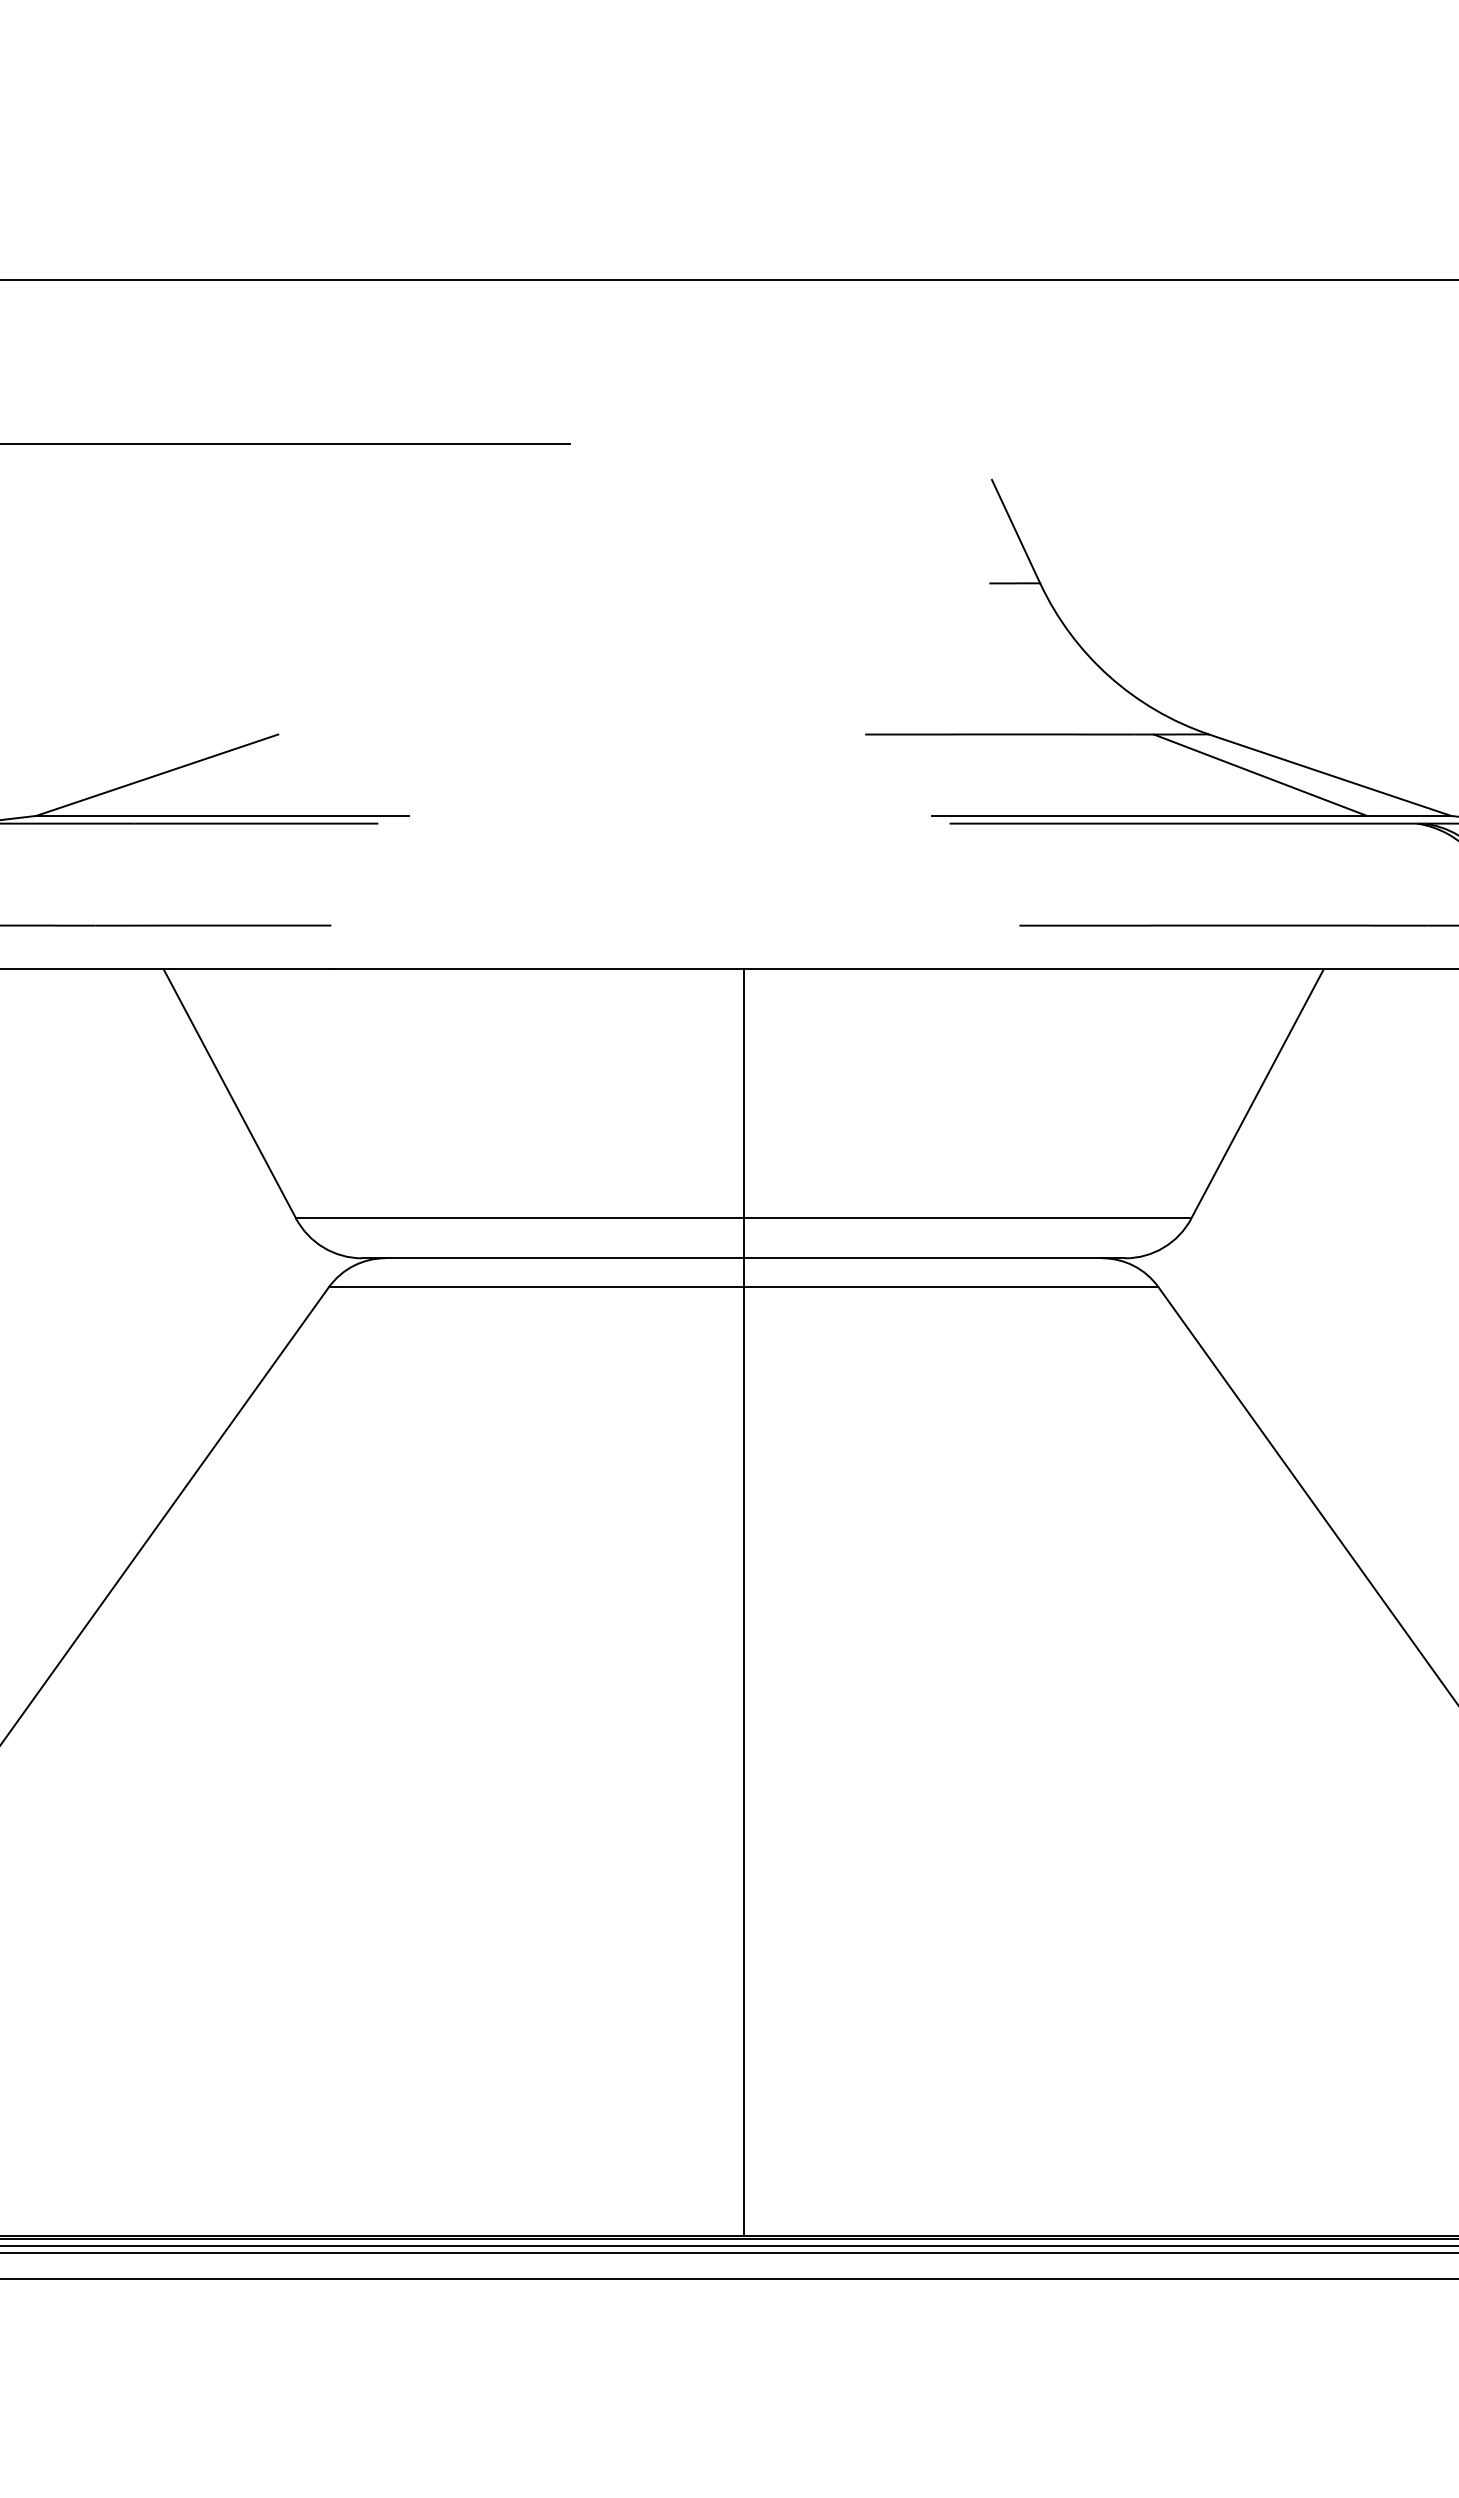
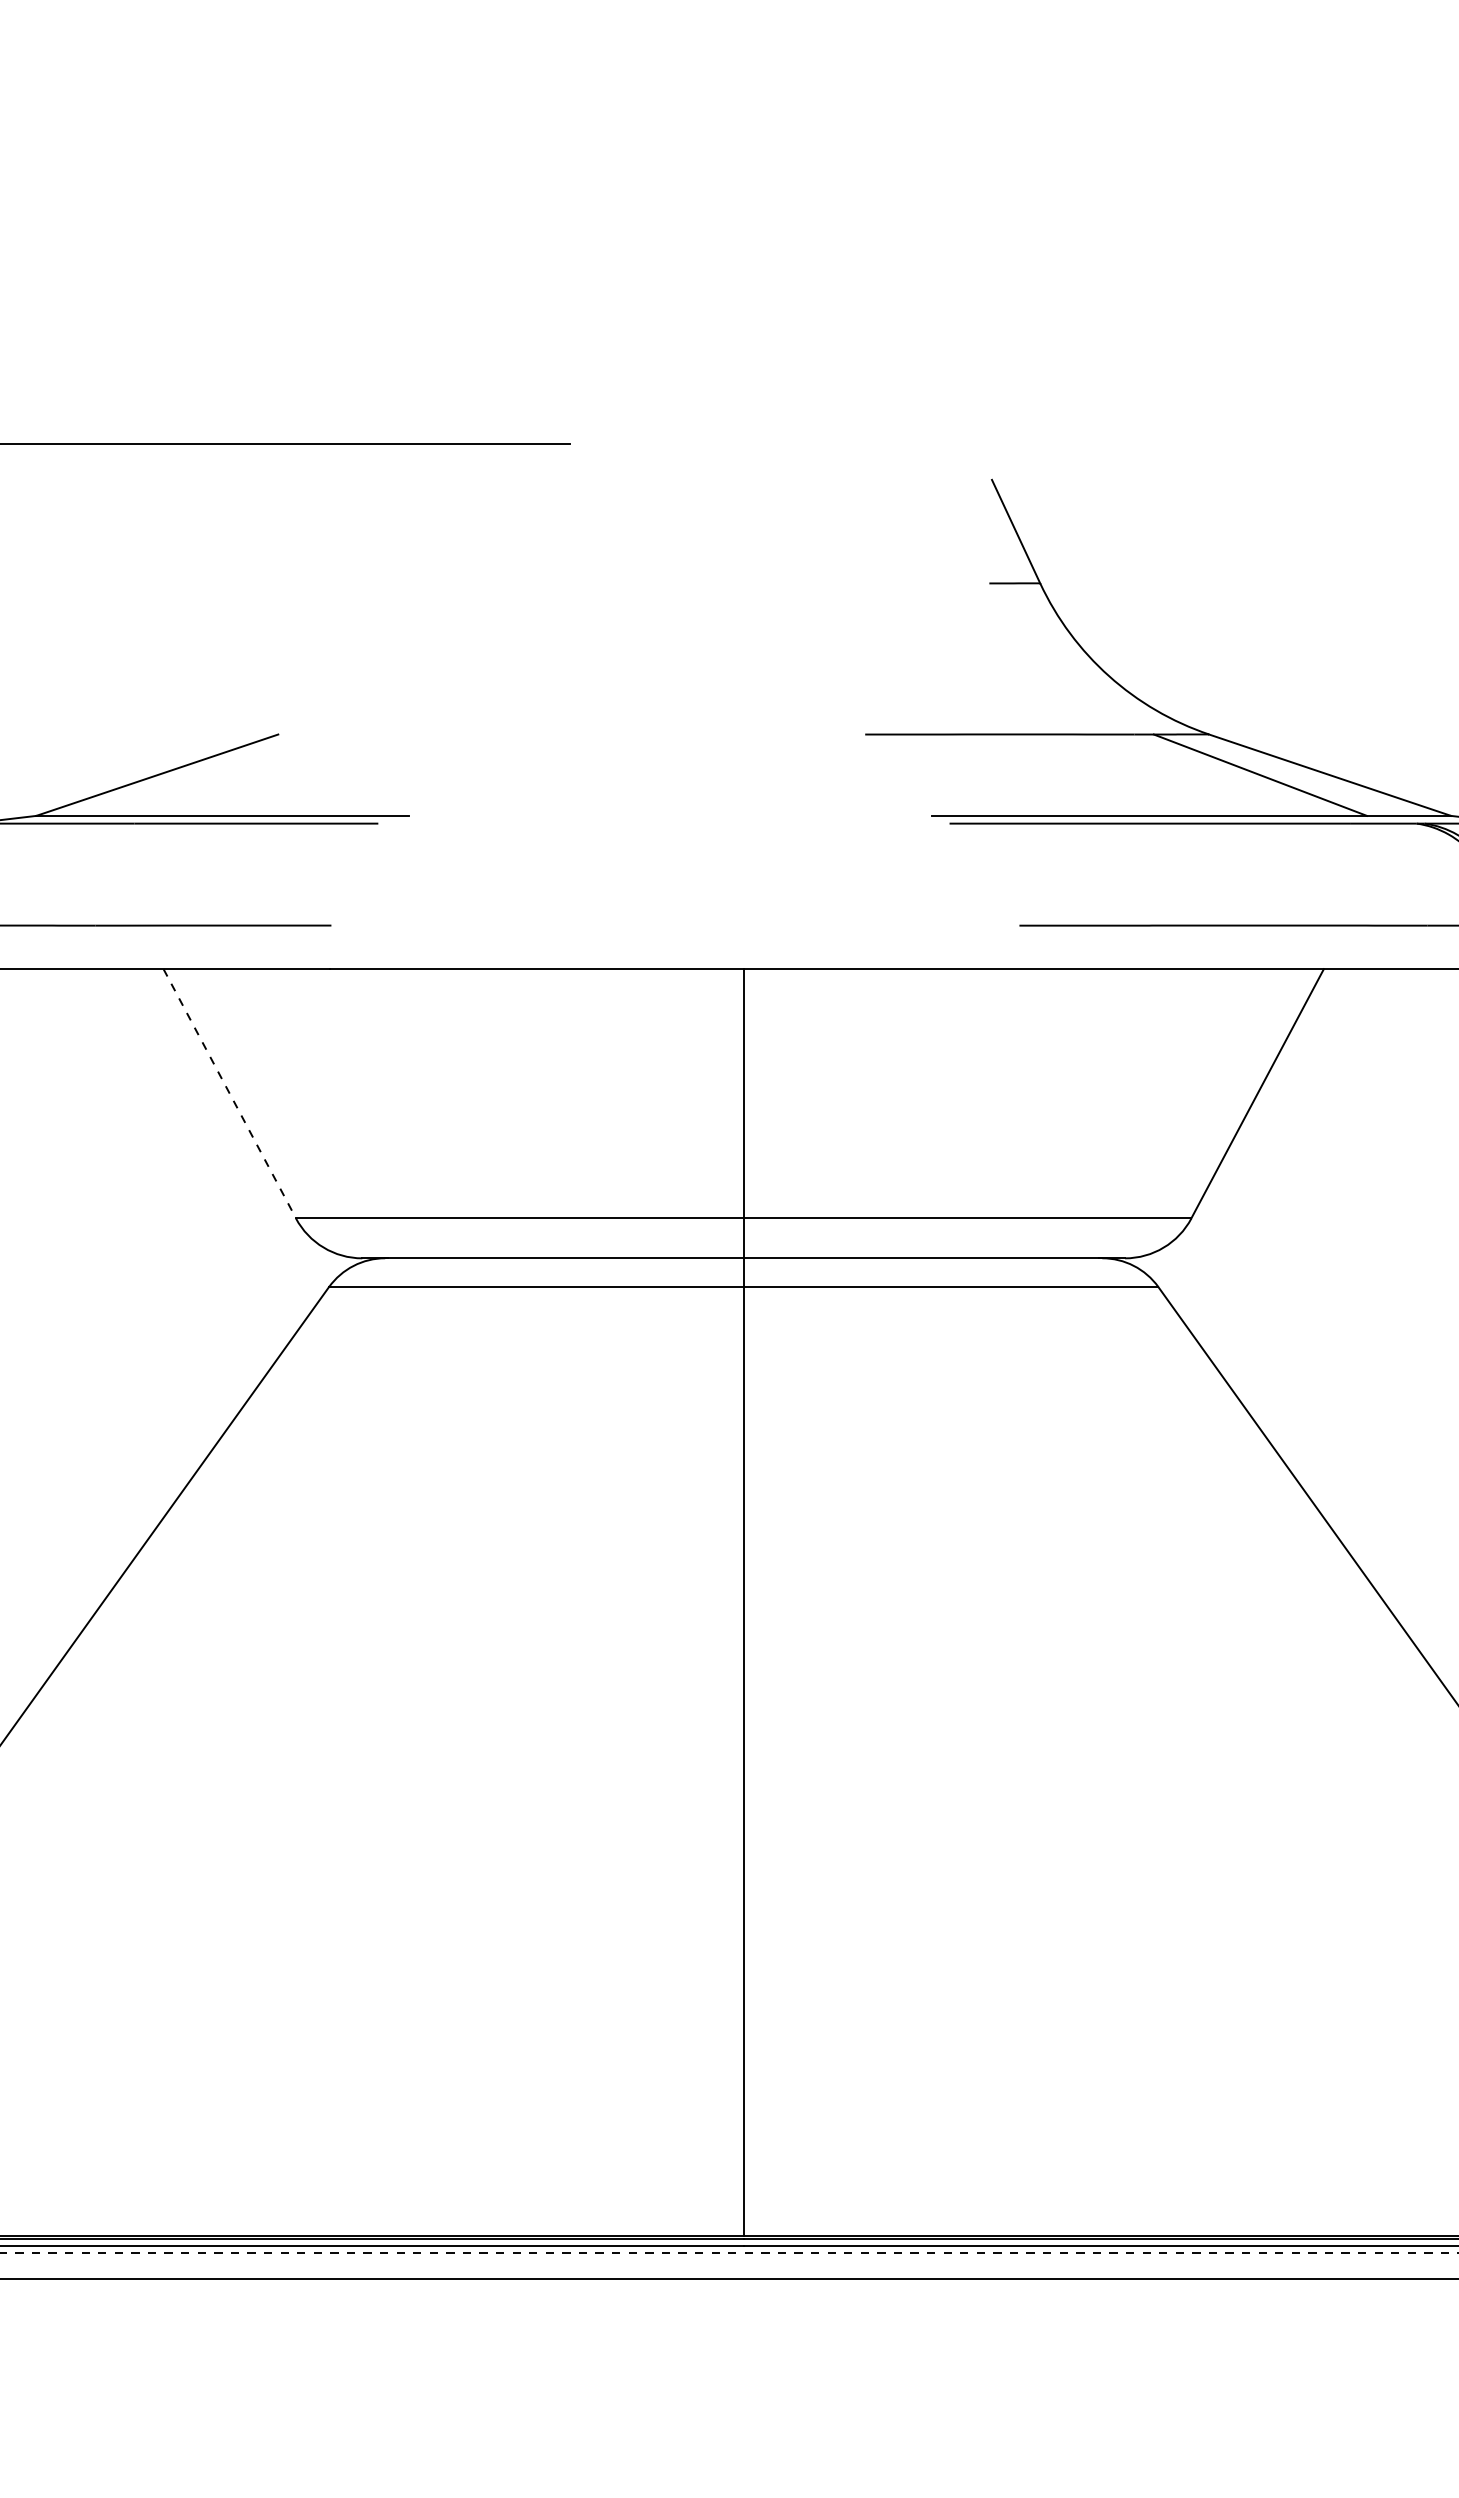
line at (728, 280): present -> none
line at (230, 1094): solid -> dashed
line at (729, 2252): solid -> dashed
